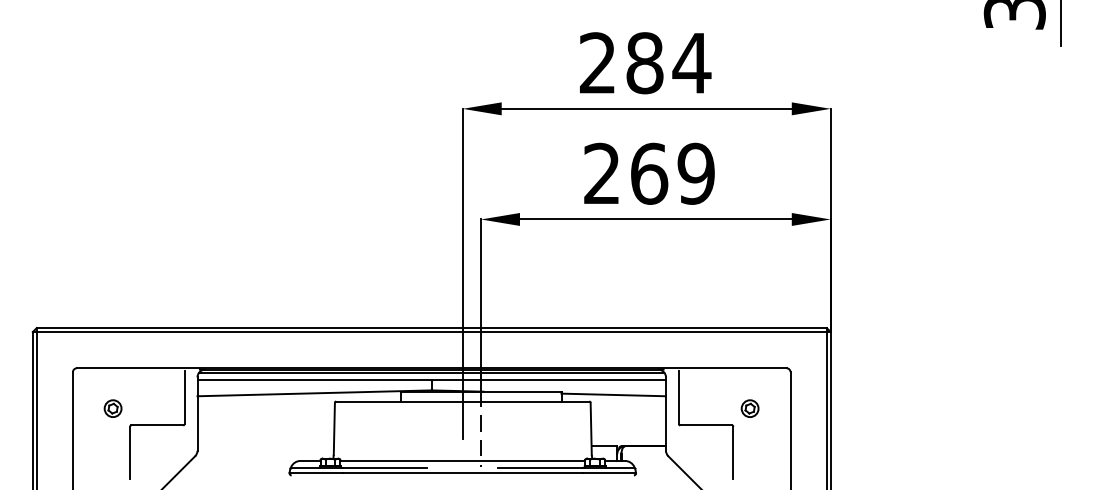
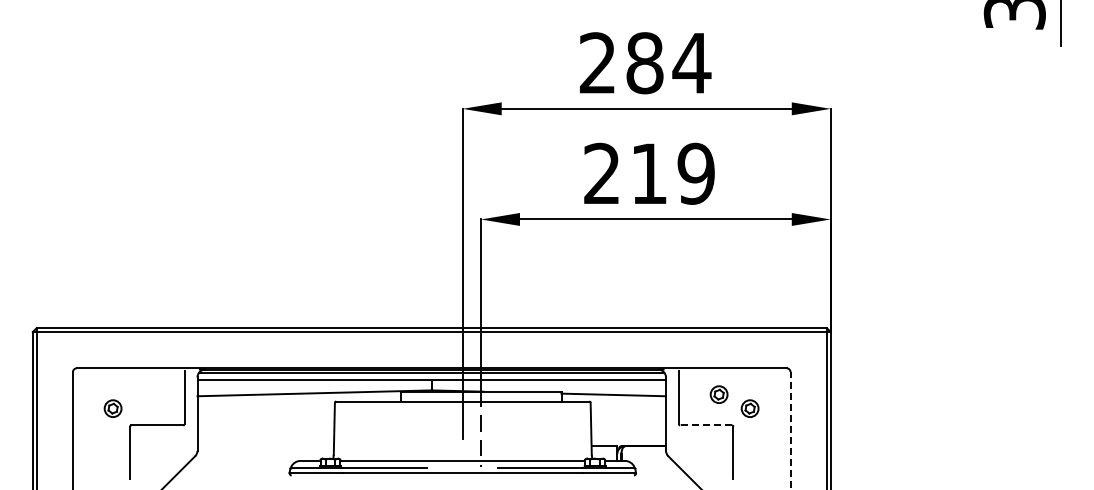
text at (649, 173): 269 -> 219
part at (718, 394): none -> present
line at (706, 425): solid -> dashed
line at (790, 430): solid -> dashed
